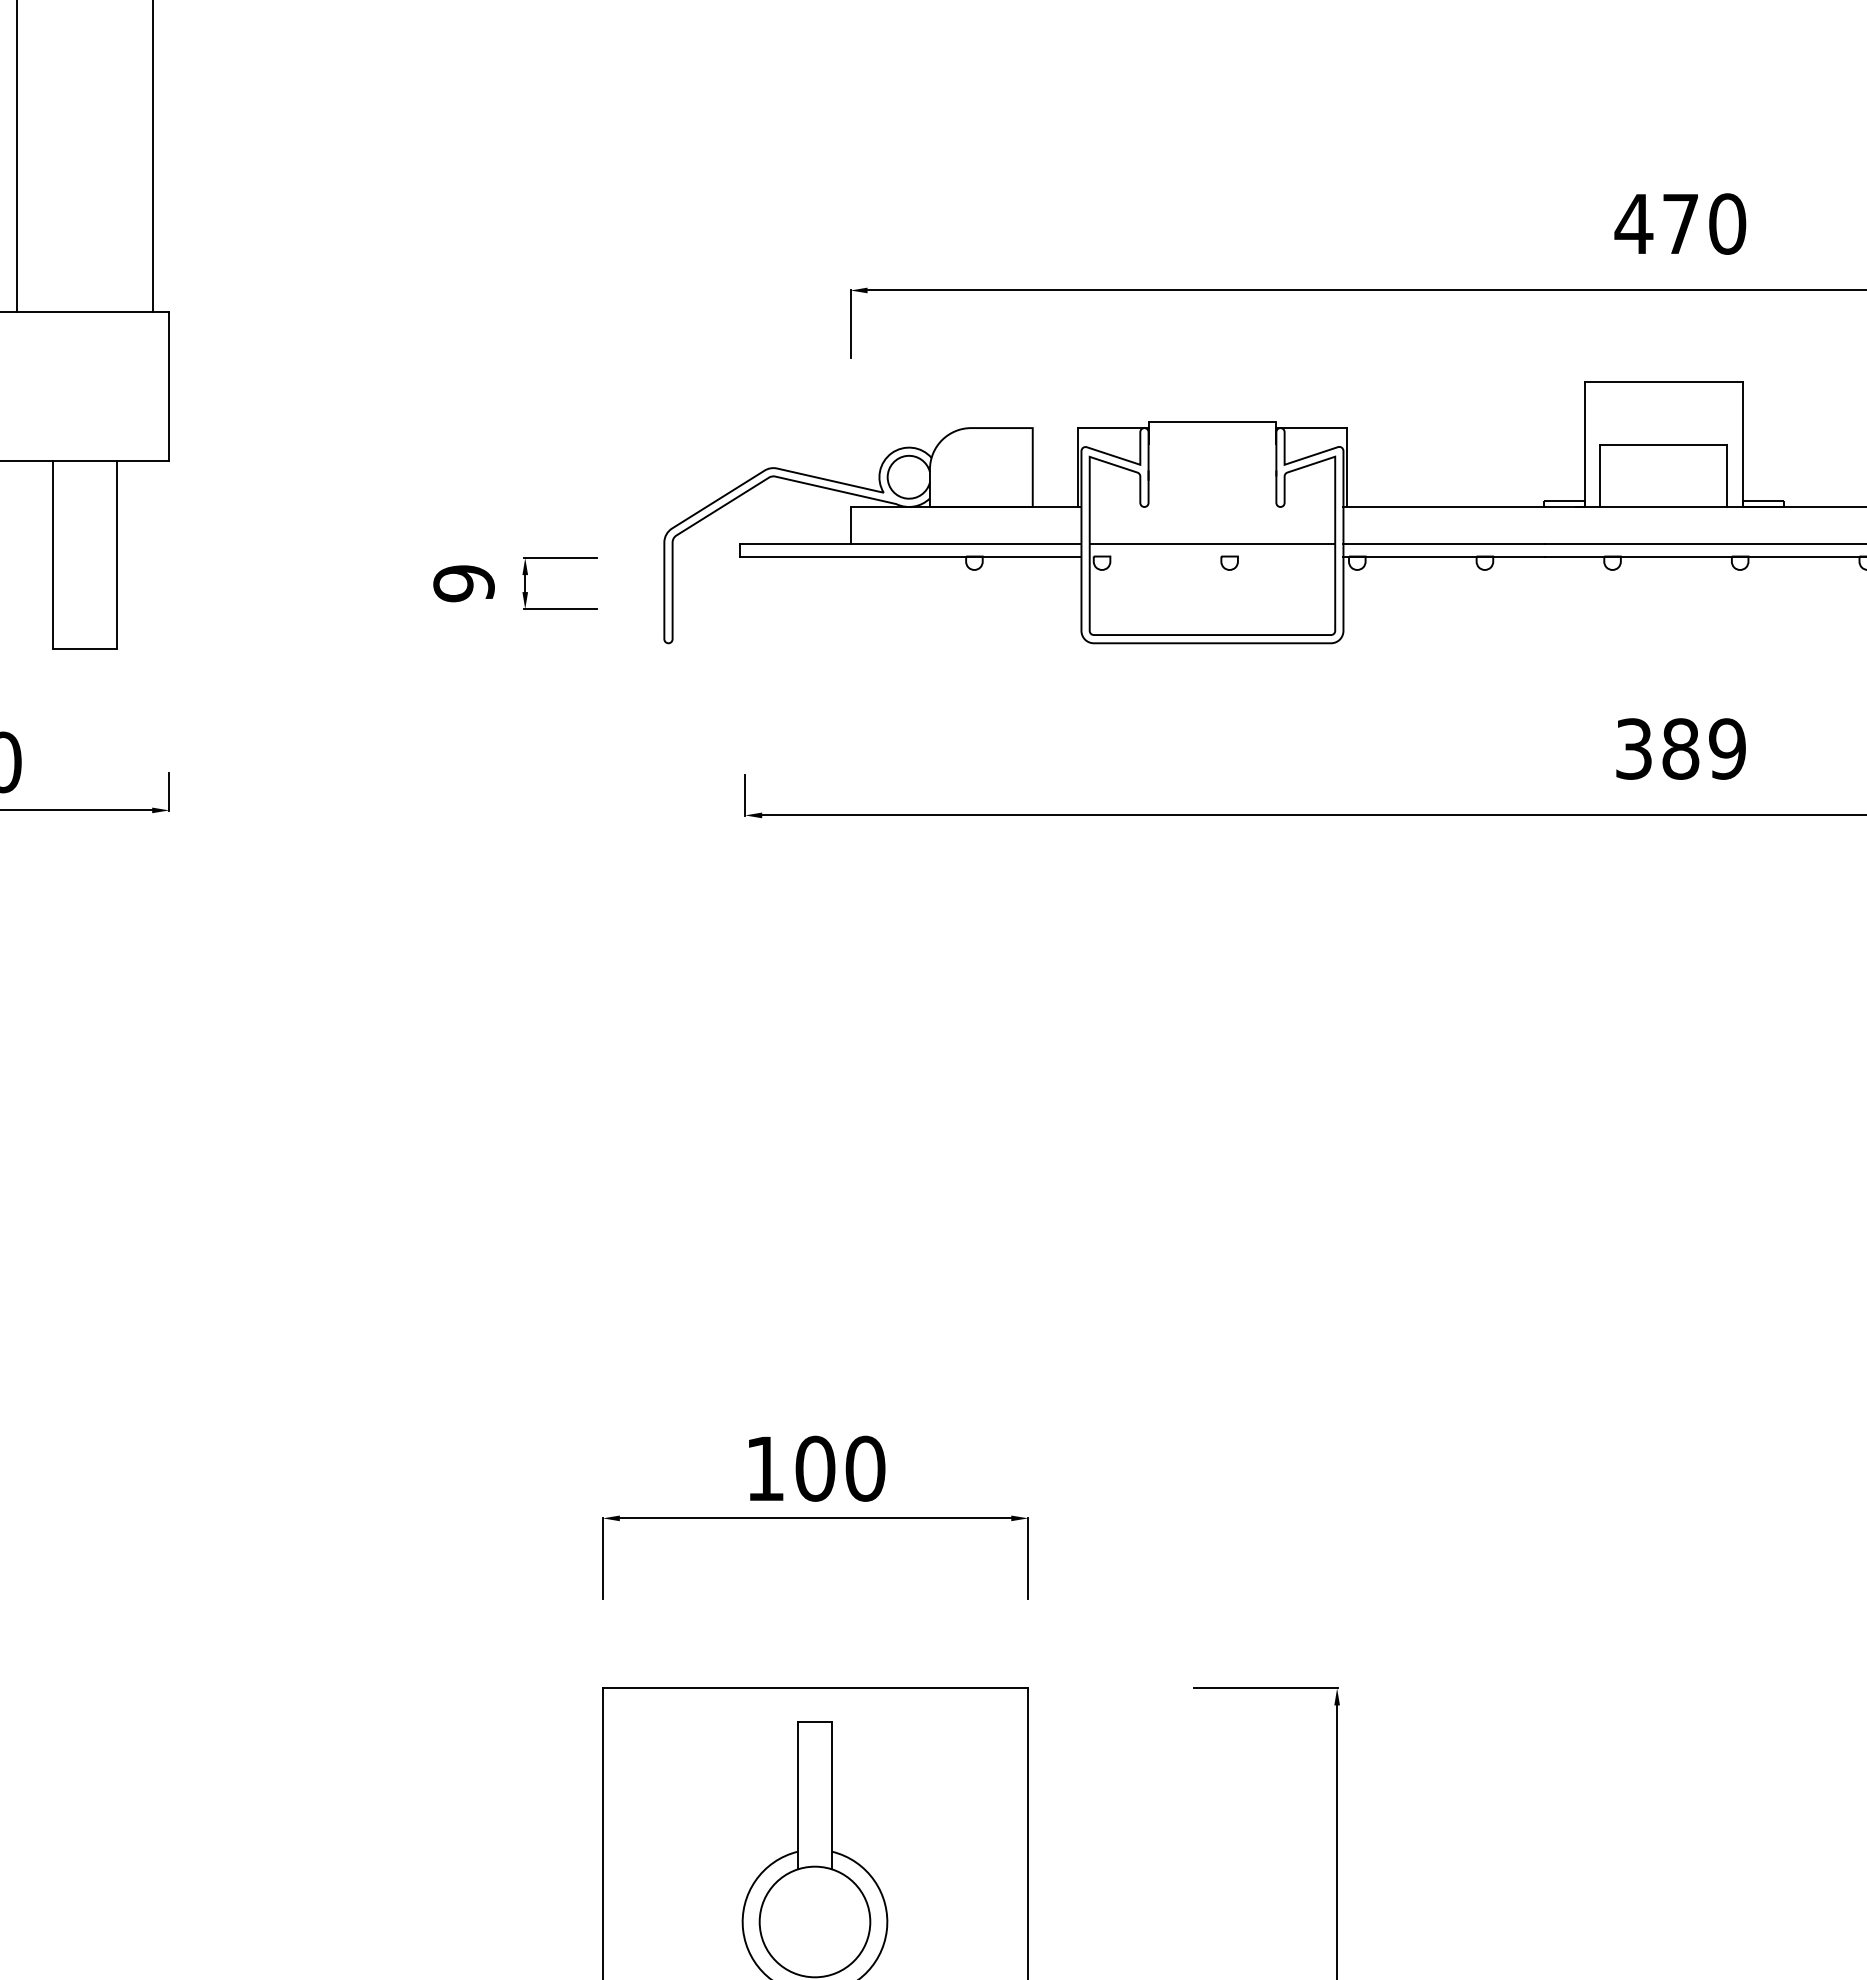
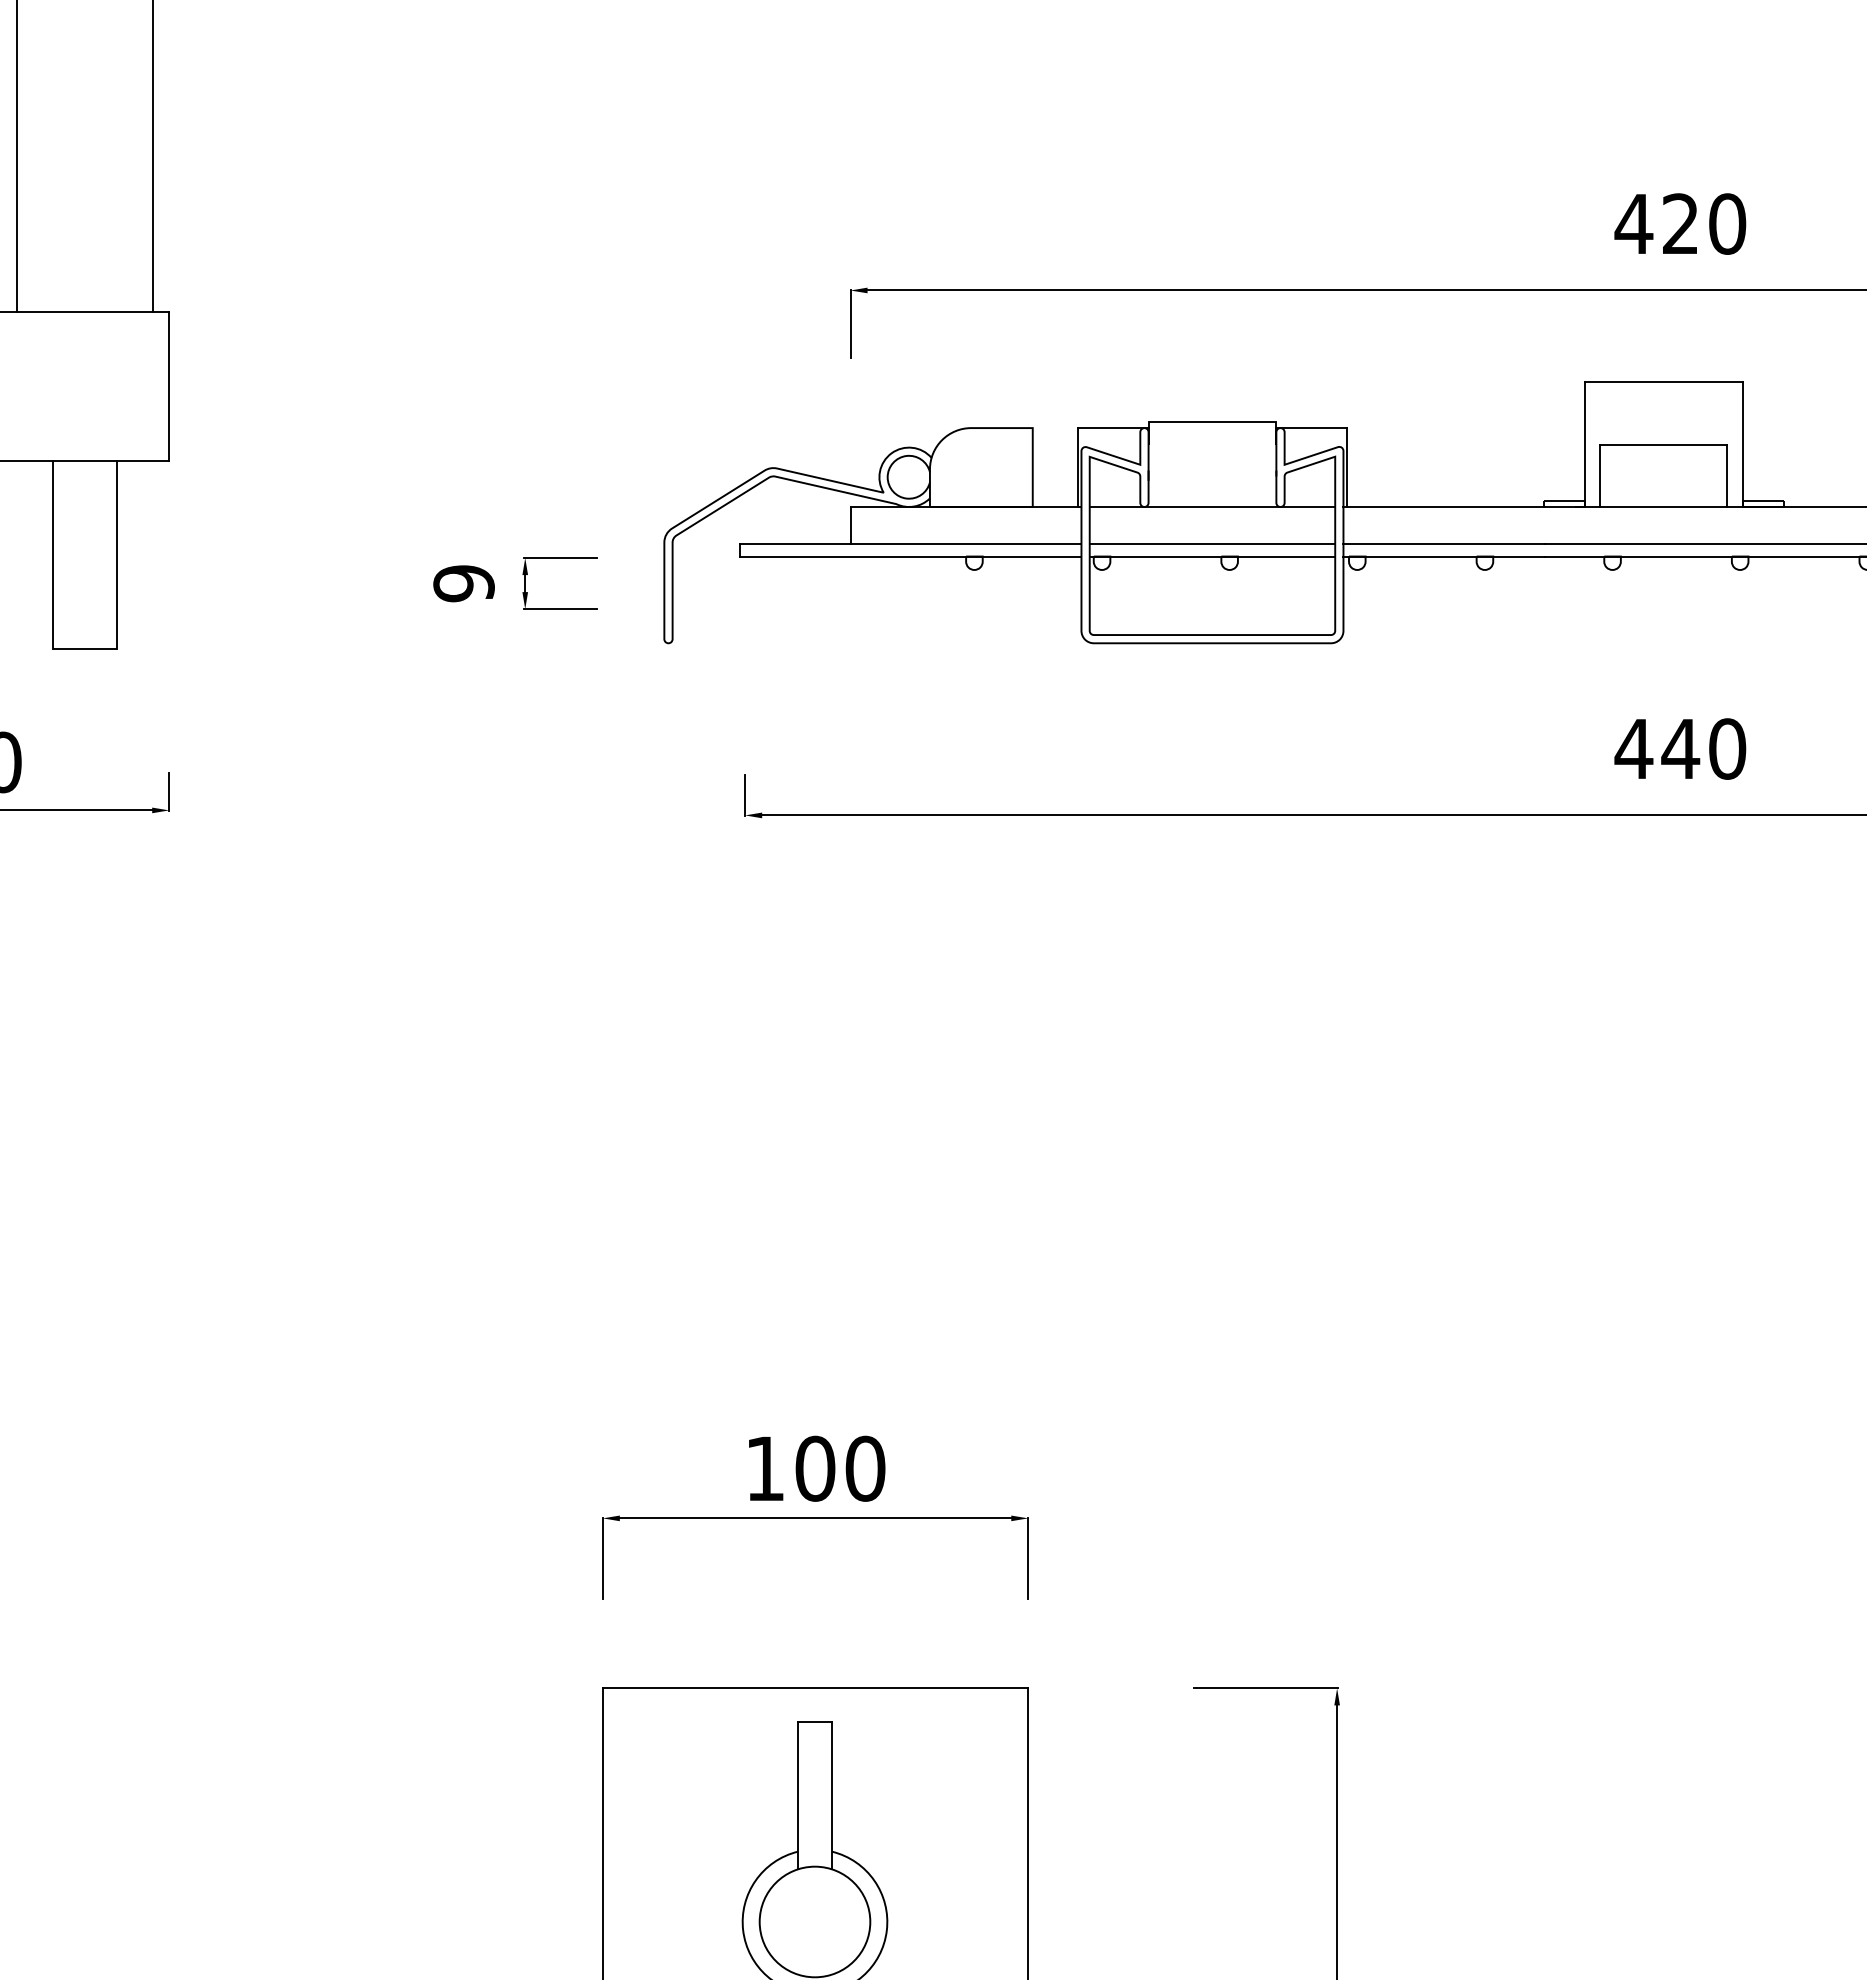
text at (1680, 223): 470 -> 420
line at (1212, 507): none -> present
line at (1212, 556): none -> present
text at (1680, 748): 389 -> 440
